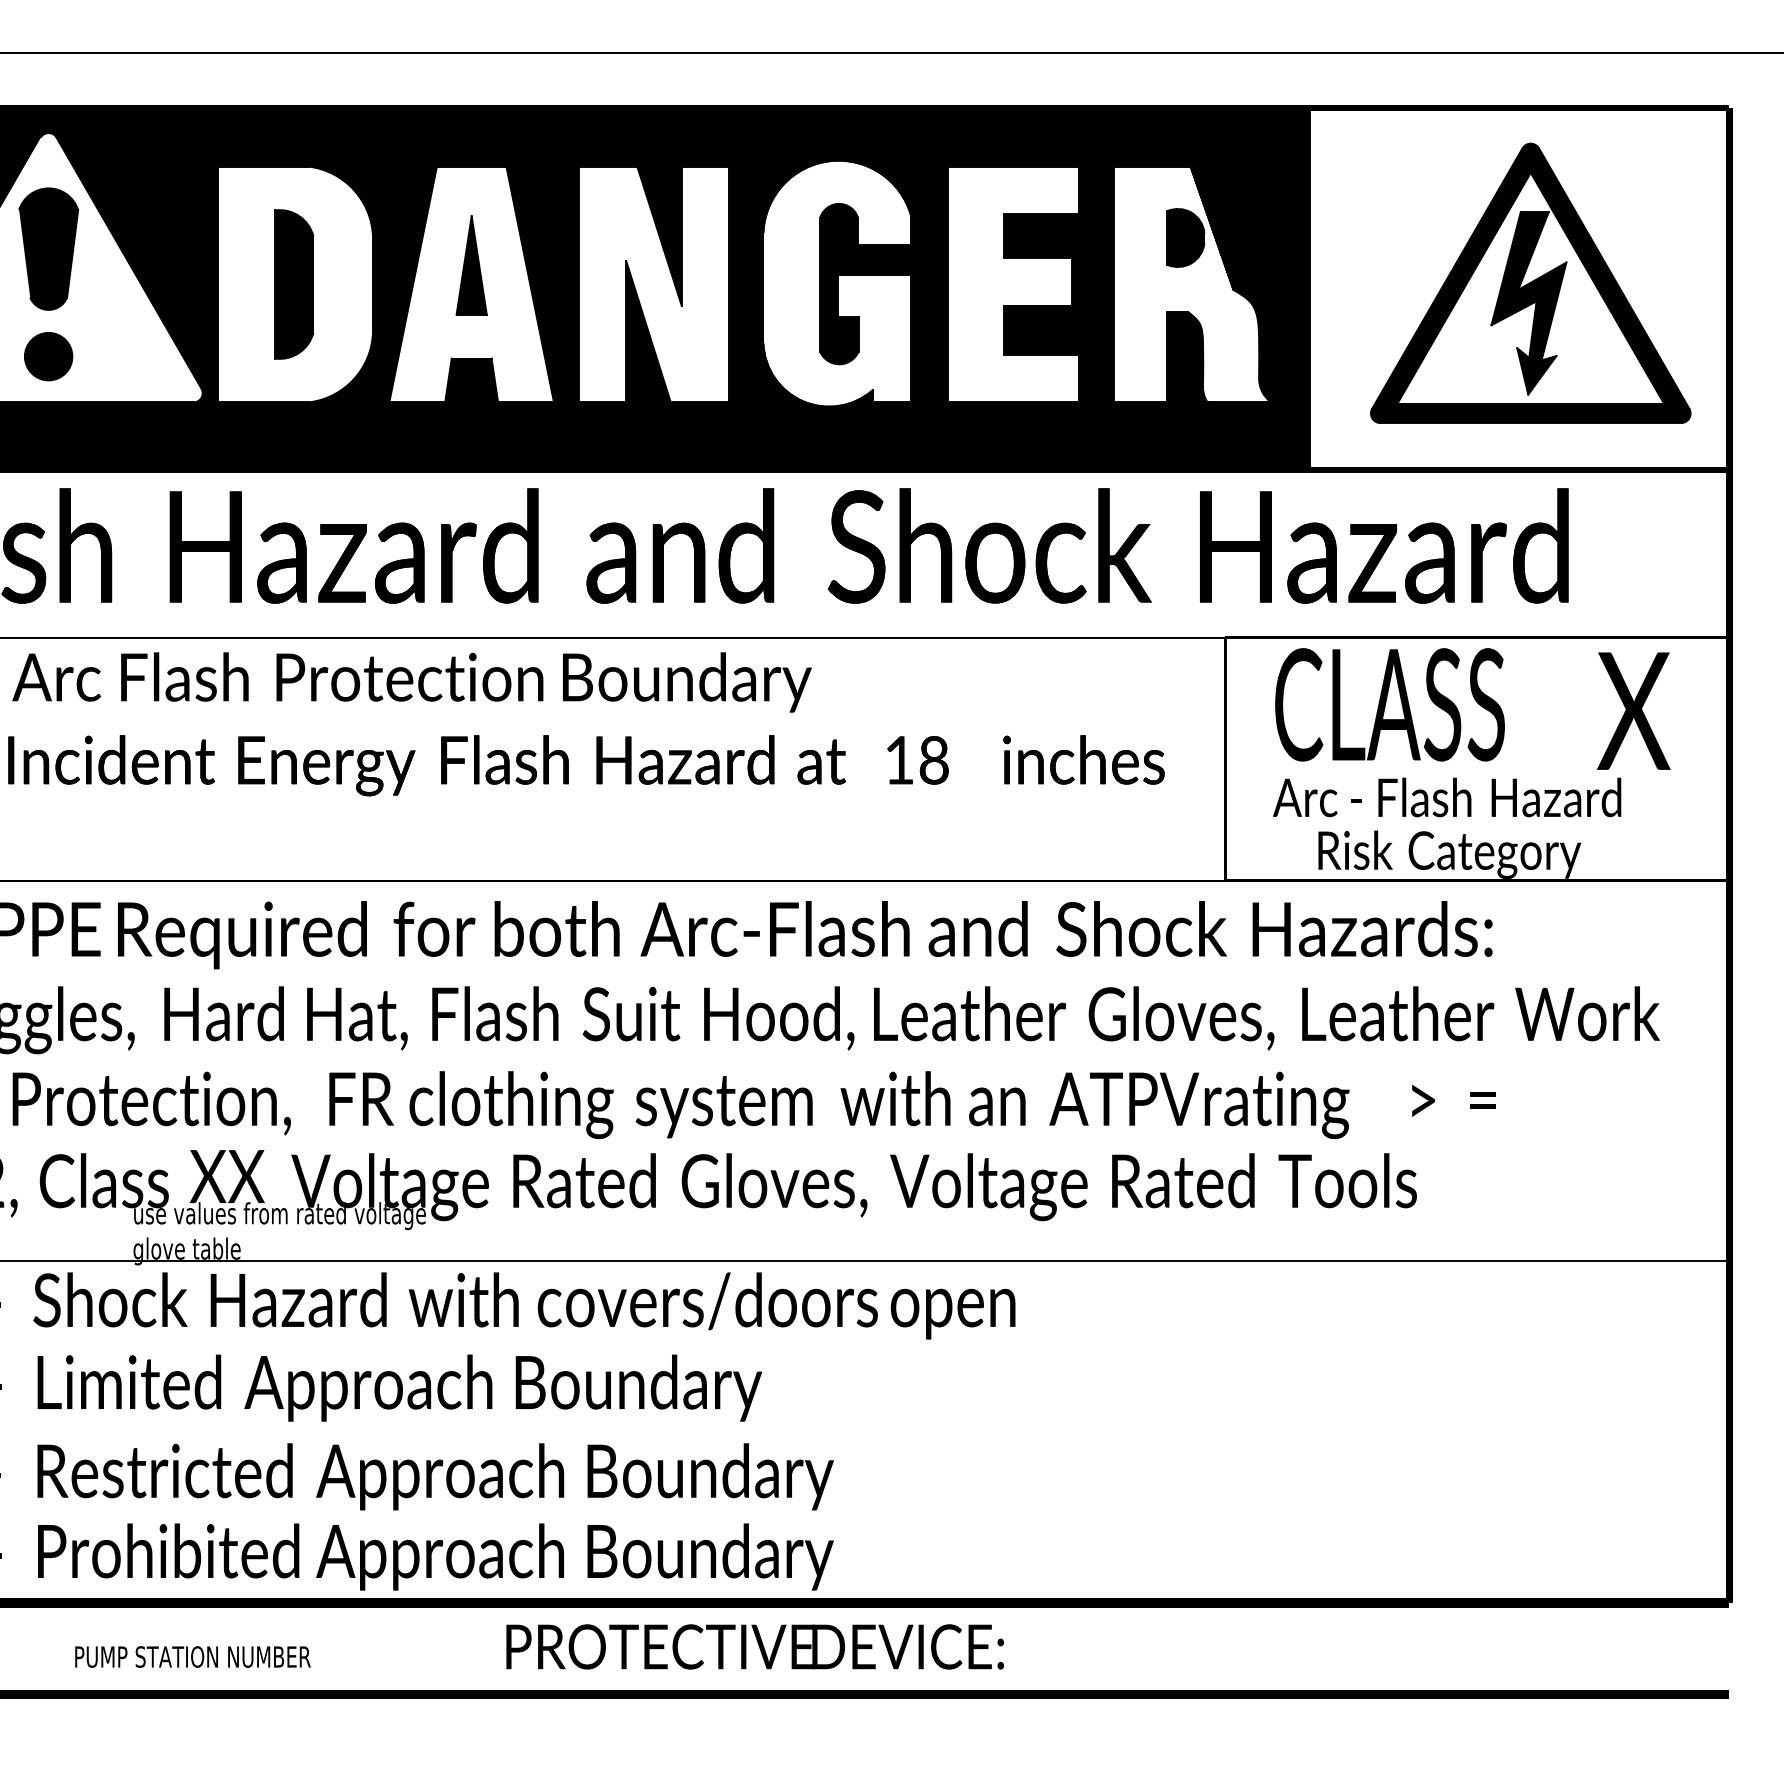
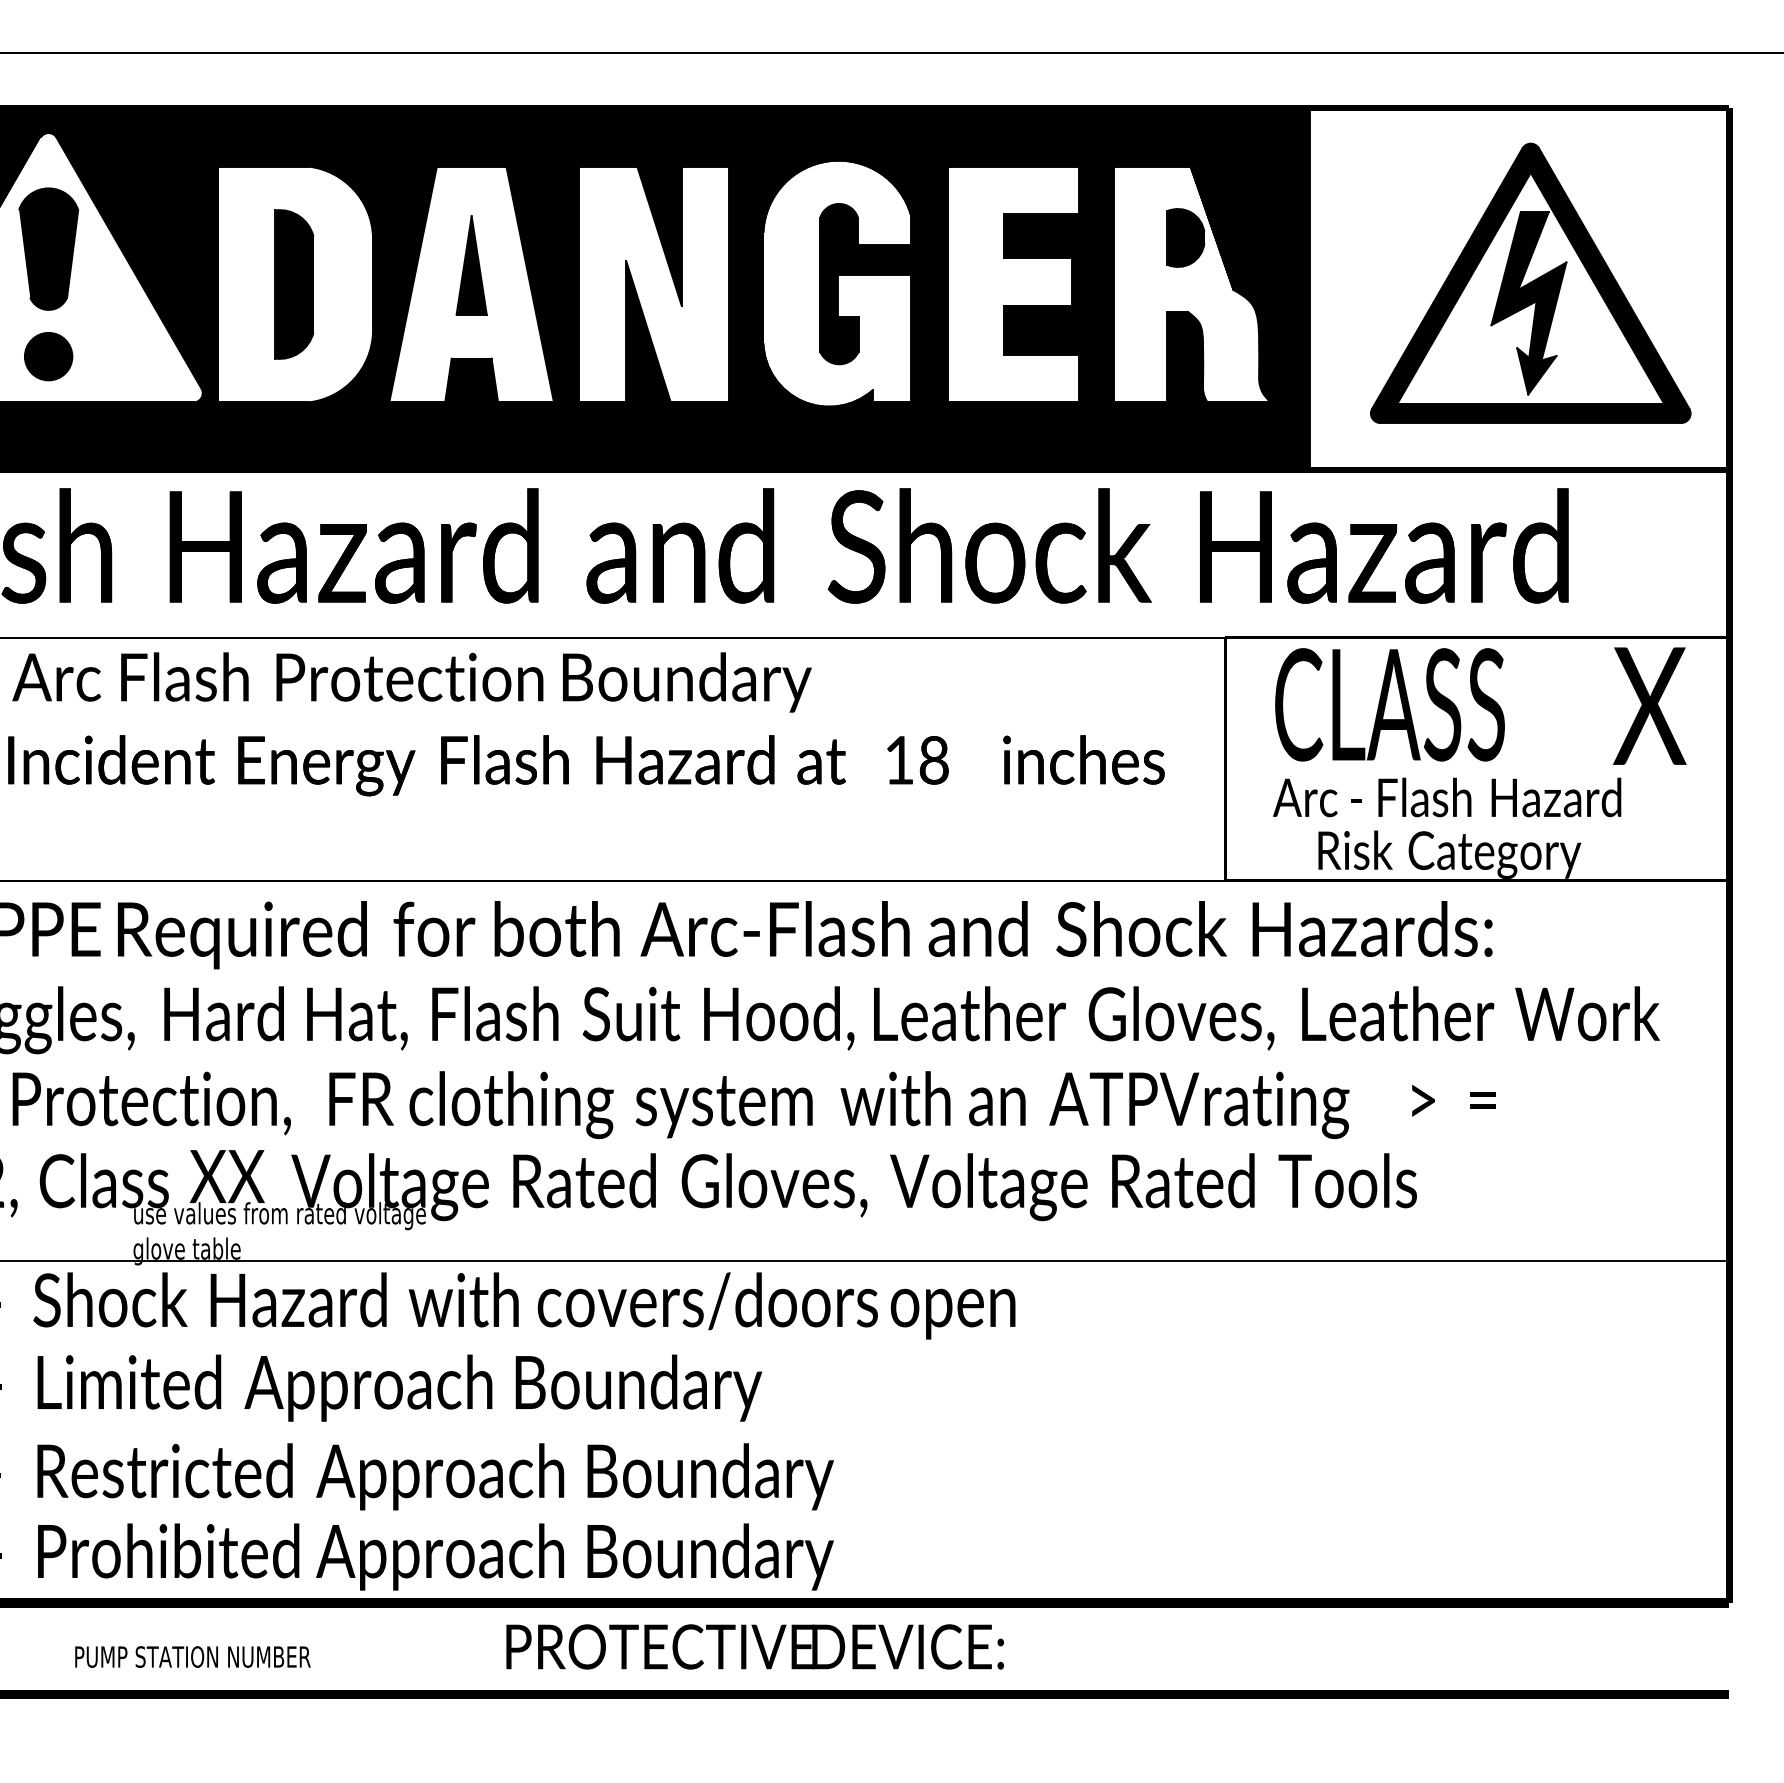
text at (1633, 710) position: (1633, 710) -> (1649, 705)
